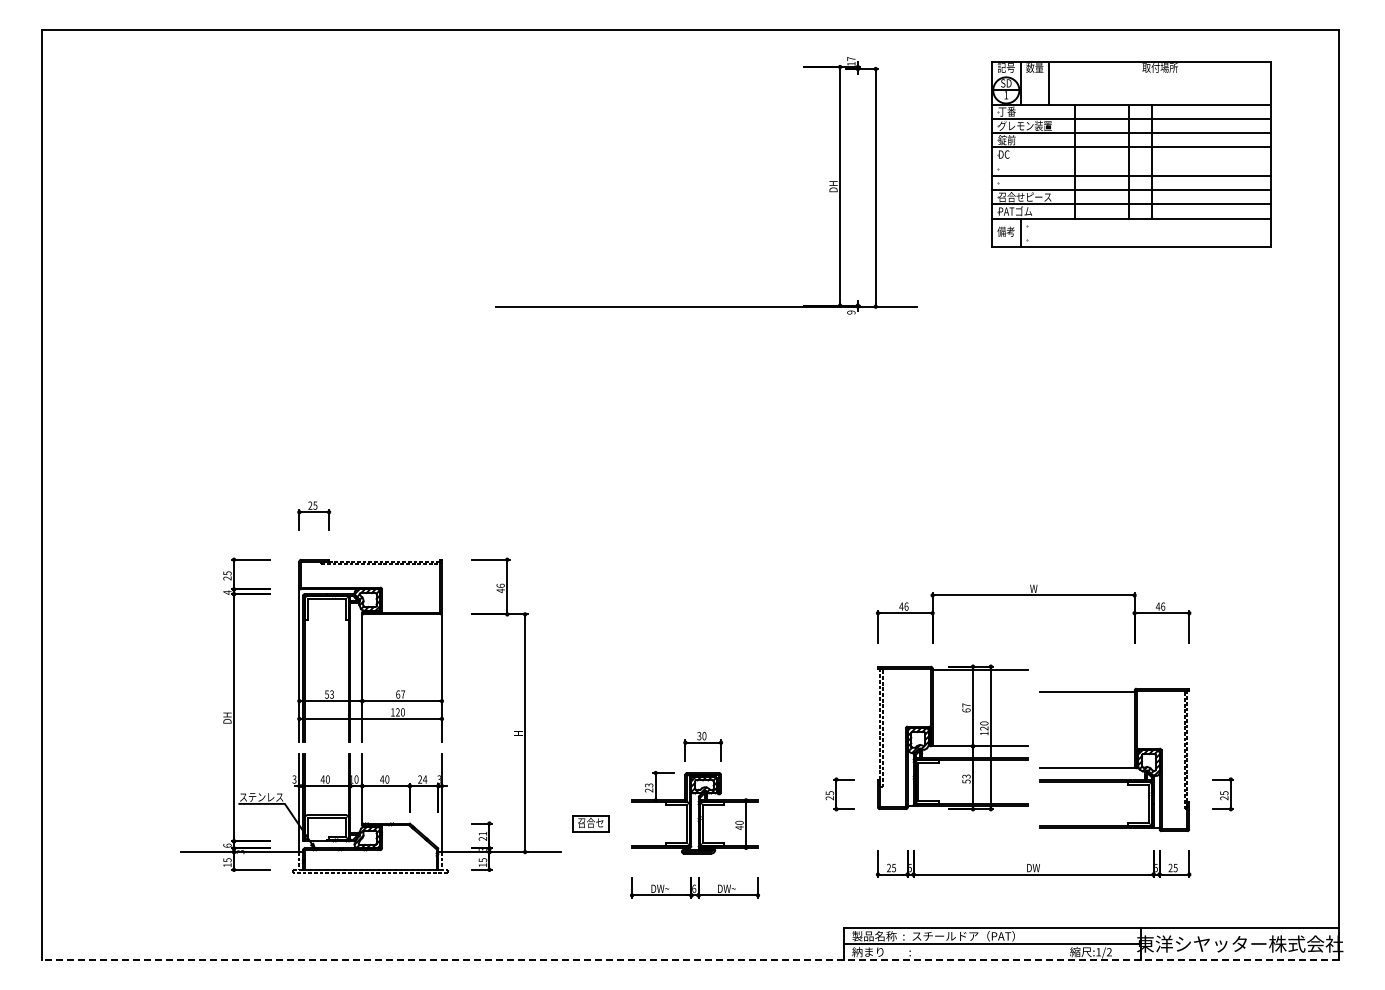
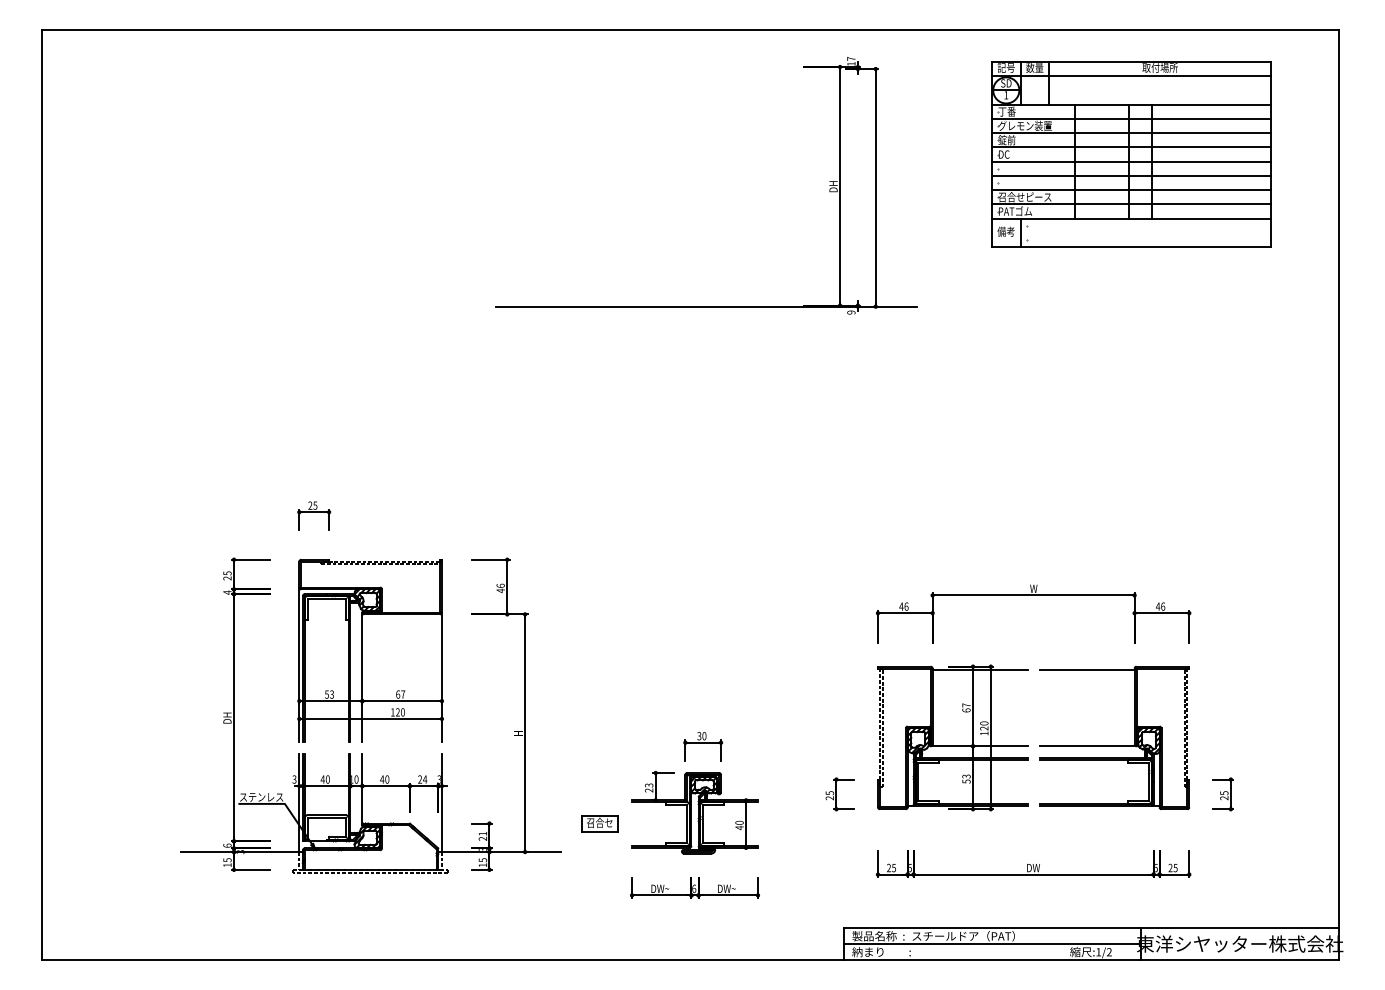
line at (1131, 76): none -> present
line at (1131, 161): none -> present
part at (1114, 767) position: (1114, 767) -> (1114, 745)
part at (590, 823) position: (590, 823) -> (599, 823)
line at (690, 960): dashed -> solid
